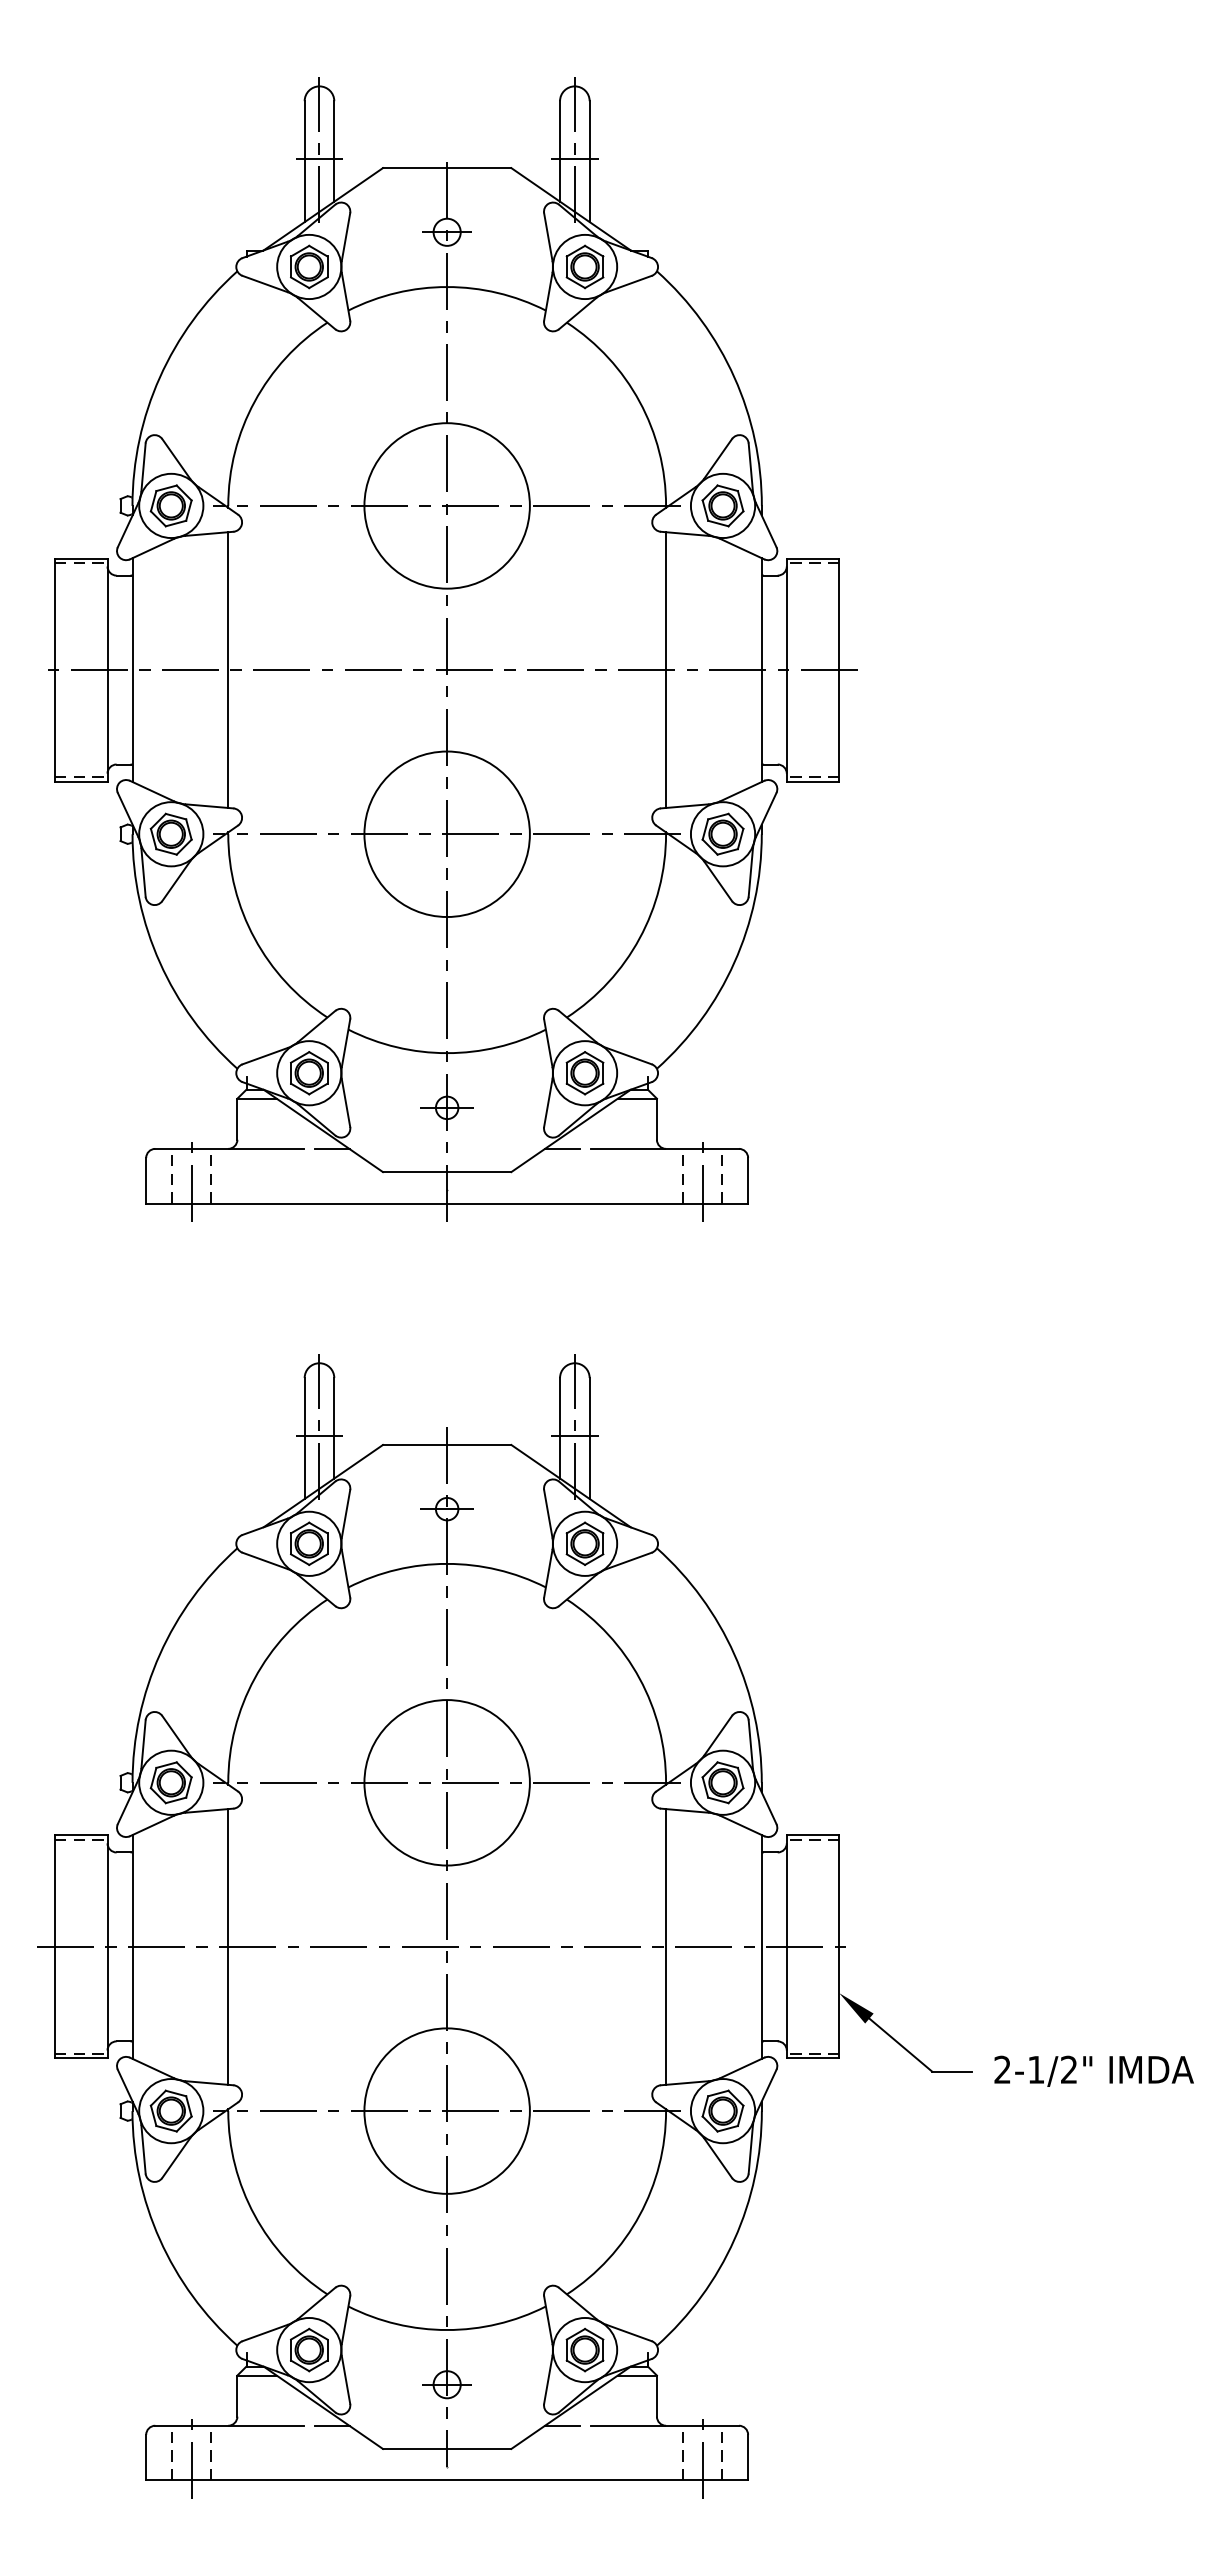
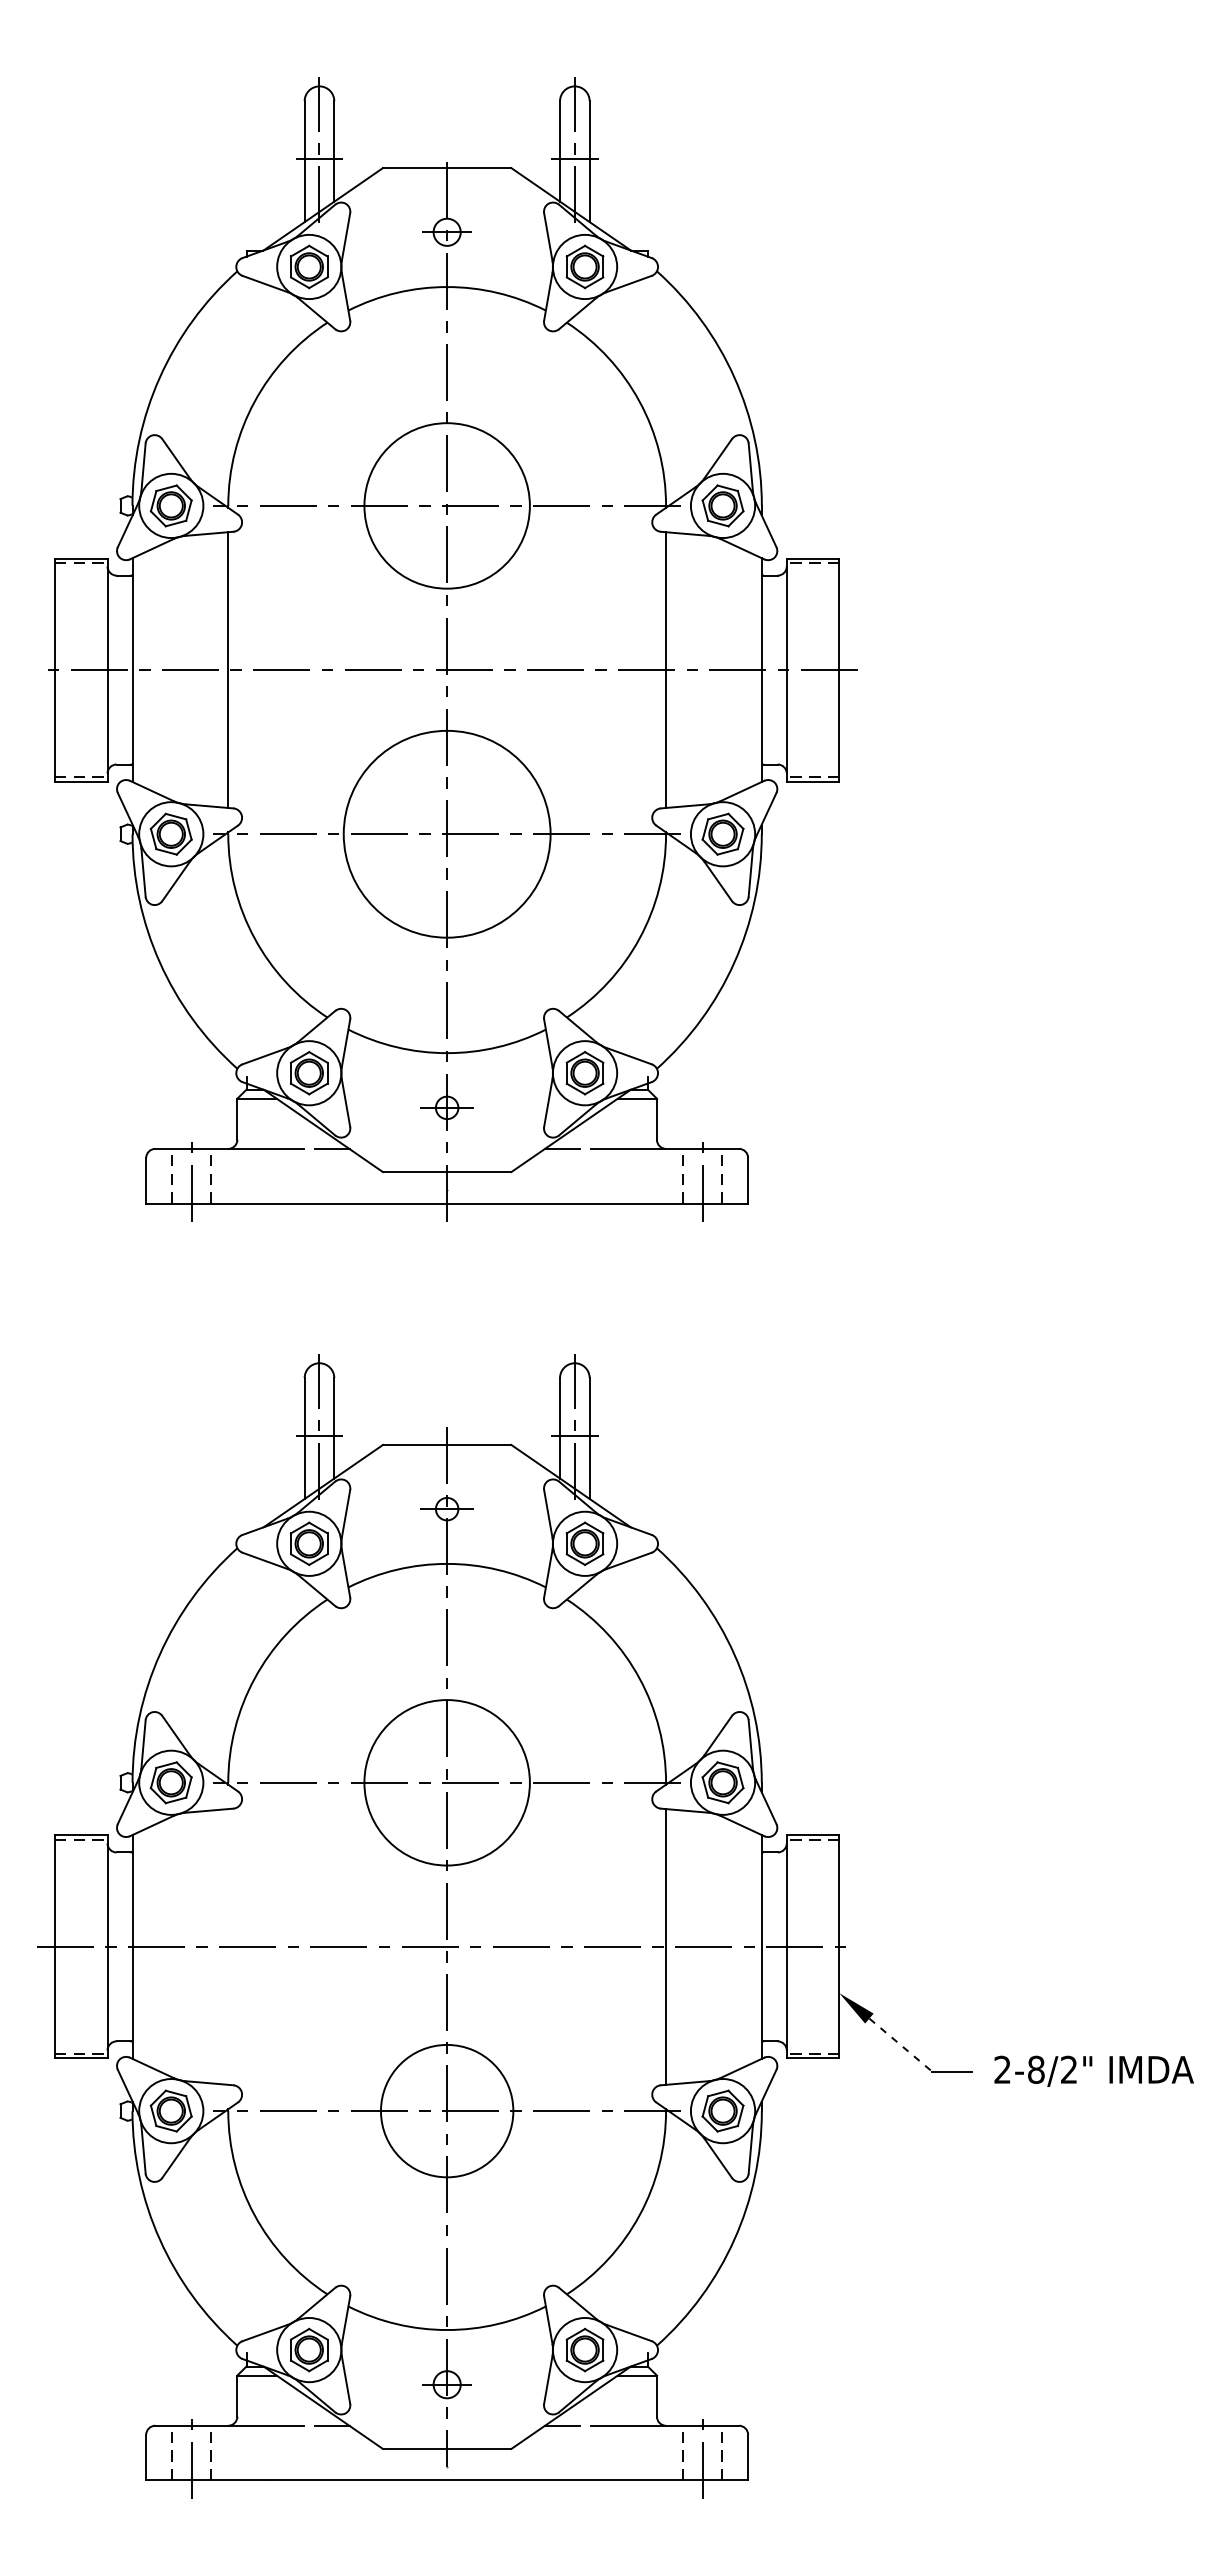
circle at (446, 834) diameter: 165 px -> 207 px
line at (228, 1946): present -> none
line at (901, 2045): solid -> dashed
text at (1036, 2069): 2-1/2" -> 2-8/2"
circle at (446, 2110) diameter: 165 px -> 132 px
